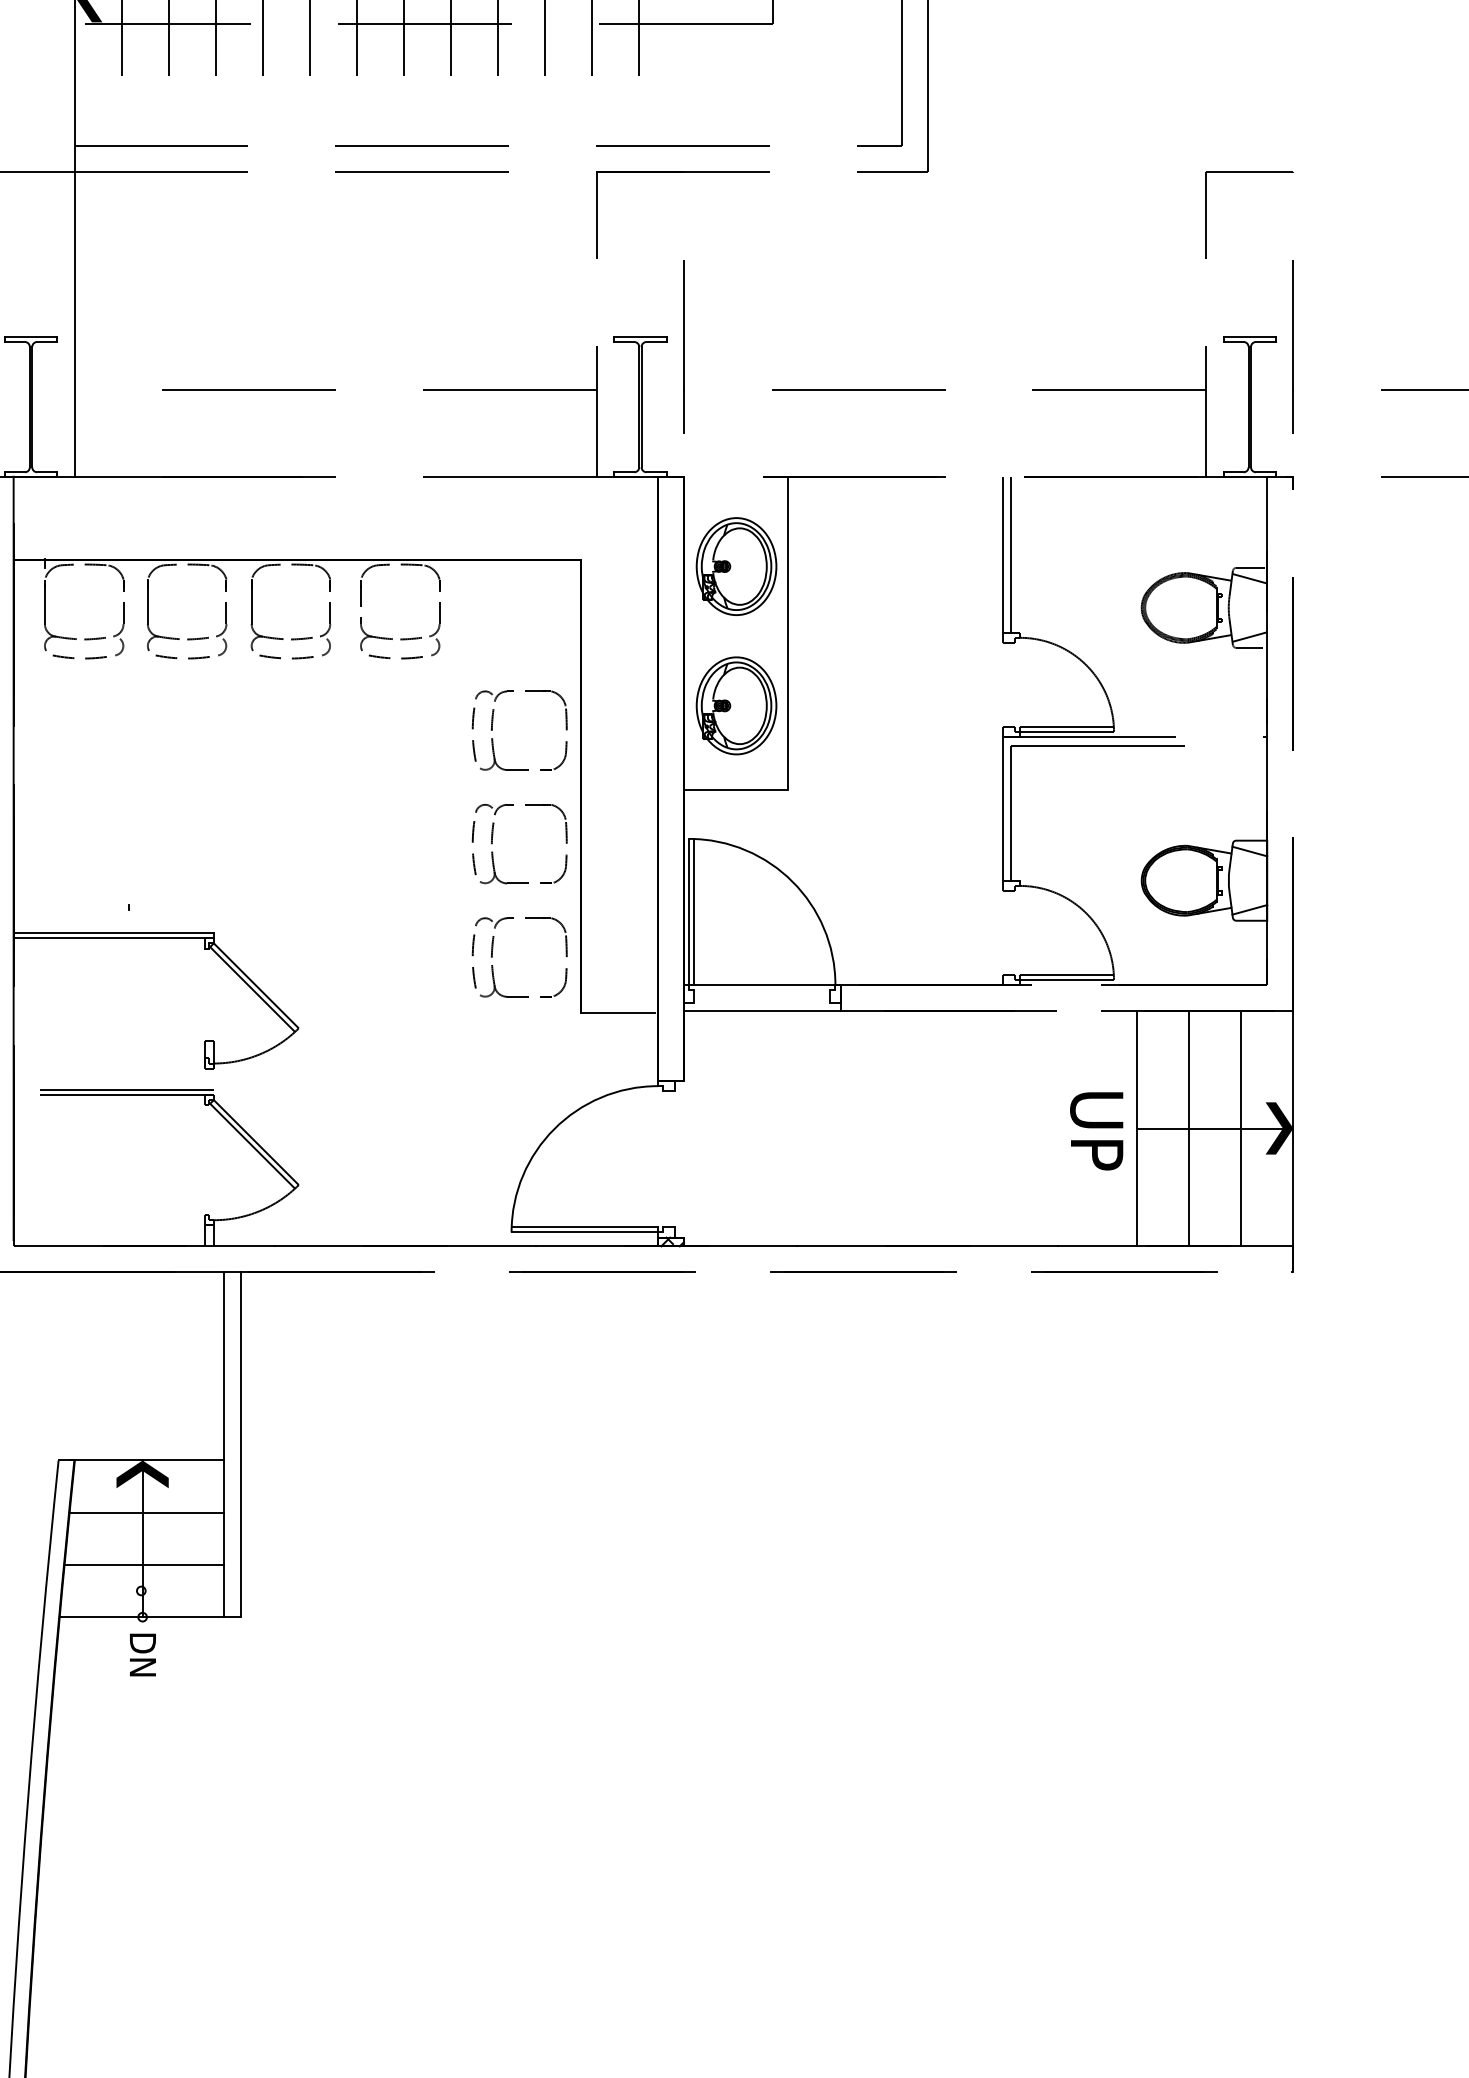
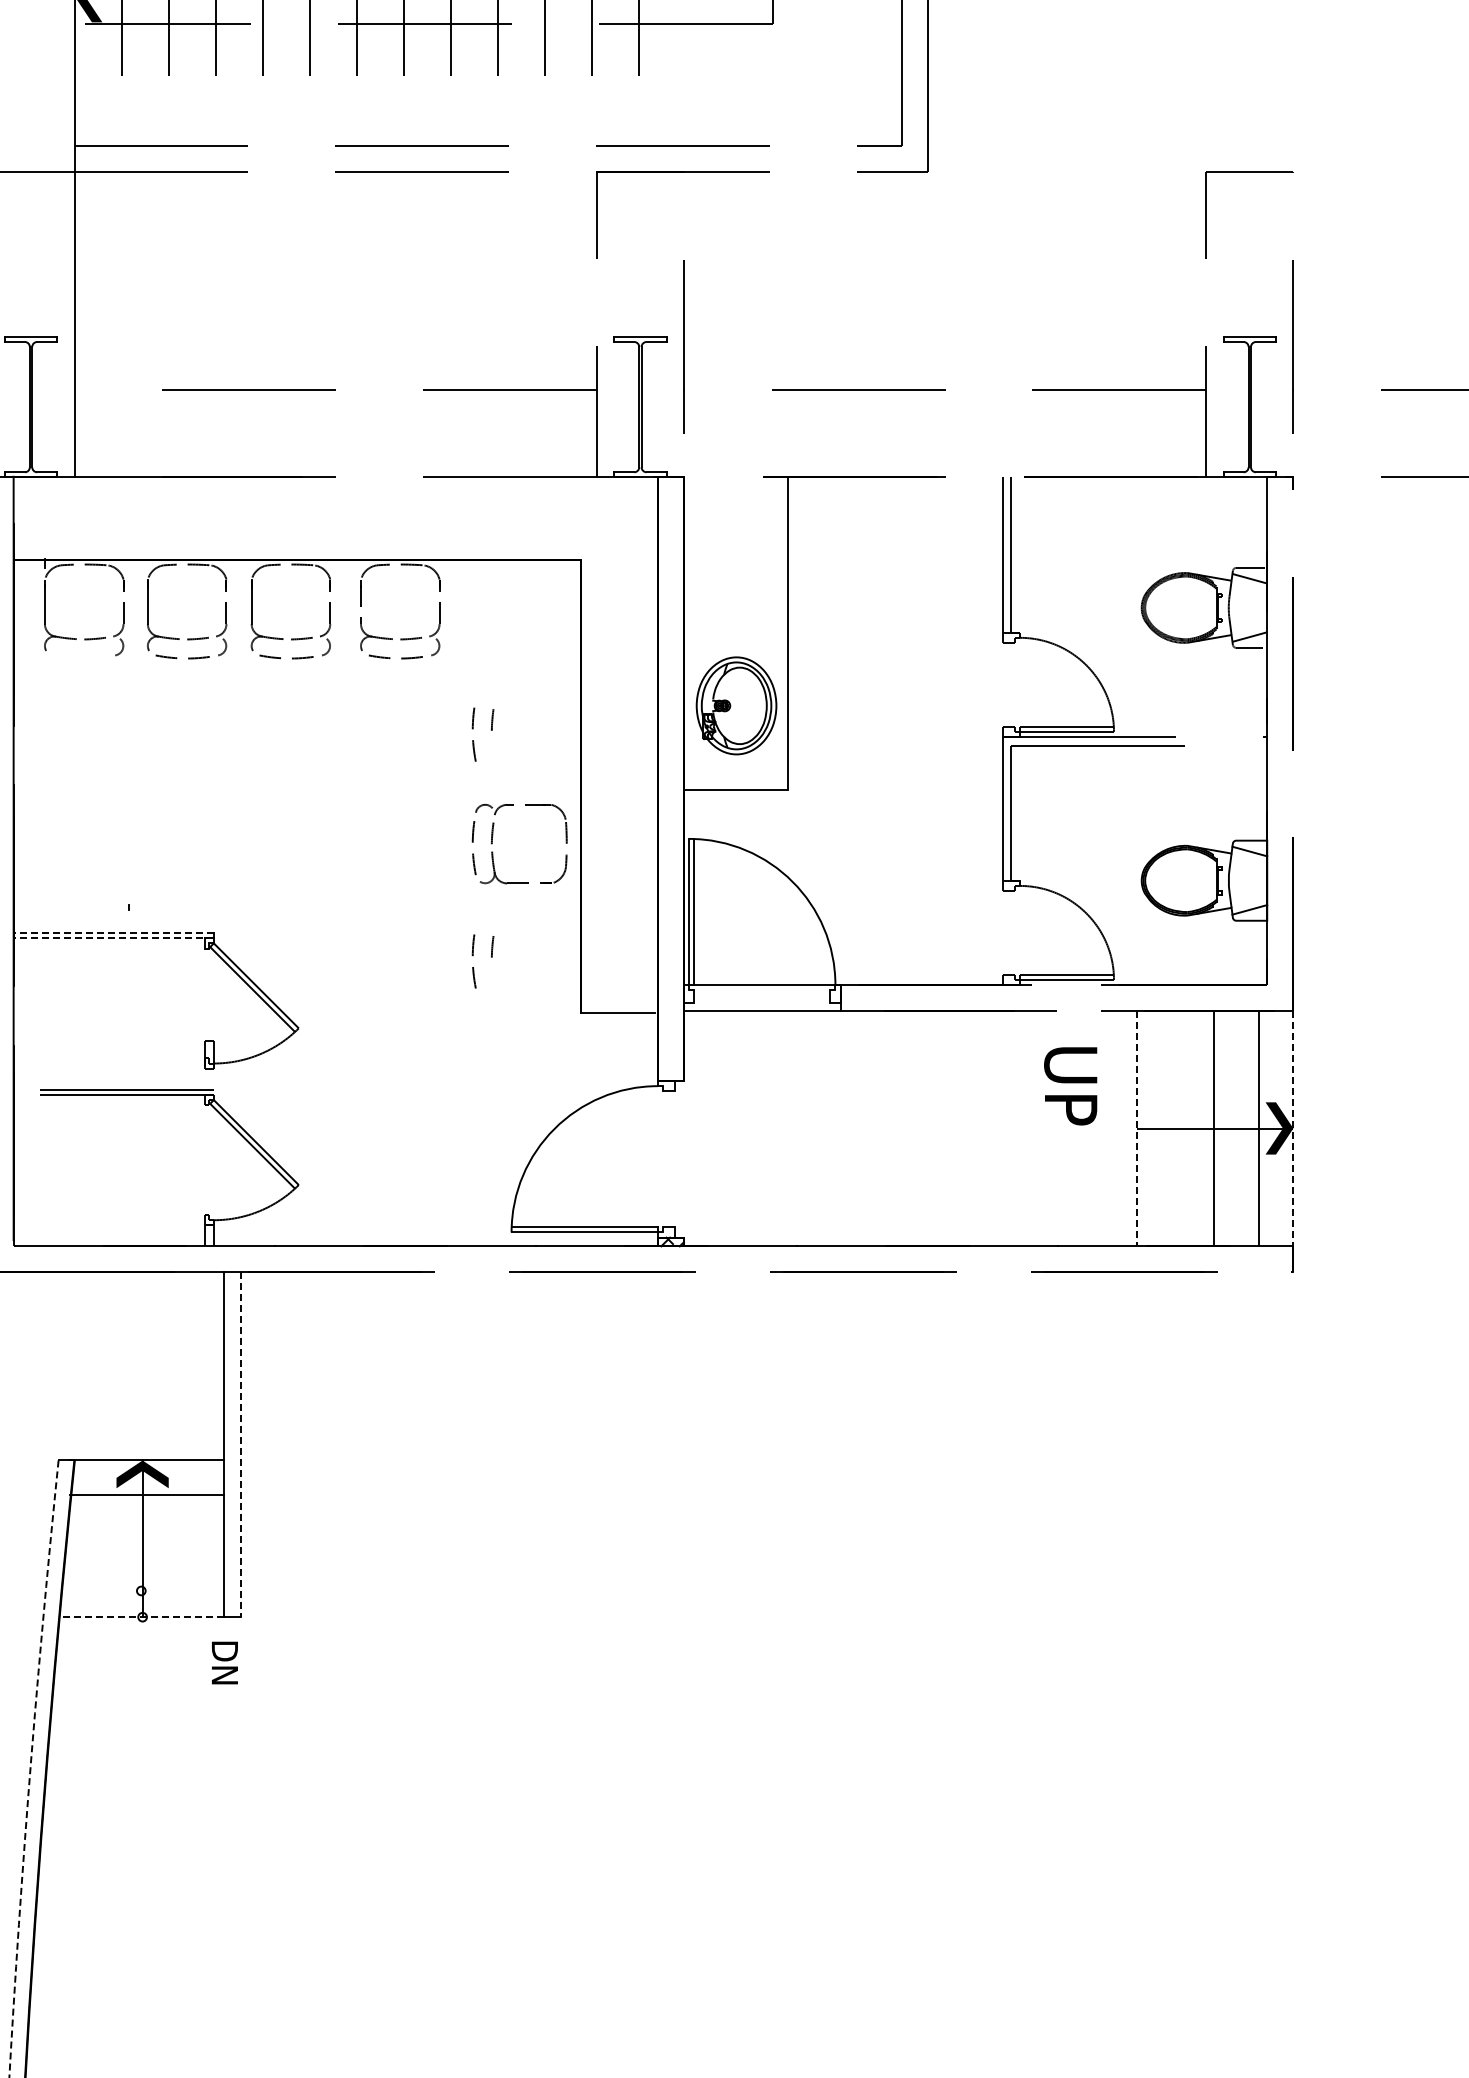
part at (736, 566): present -> none
arc at (74, 657): present -> none
part at (493, 739): present -> none
line at (113, 932): solid -> dashed
line at (113, 938): solid -> dashed
part at (493, 966): present -> none
line at (1136, 1128): solid -> dashed
line at (1188, 1128) position: (1188, 1128) -> (1213, 1128)
line at (1241, 1128) position: (1241, 1128) -> (1259, 1128)
line at (1293, 1128): solid -> dashed
text at (1096, 1131) position: (1096, 1131) -> (1070, 1086)
line at (241, 1445): solid -> dashed
line at (146, 1512) position: (146, 1512) -> (146, 1494)
line at (144, 1564): present -> none
line at (141, 1617): solid -> dashed
text at (142, 1654) position: (142, 1654) -> (224, 1662)
arc at (30, 1769): solid -> dashed
